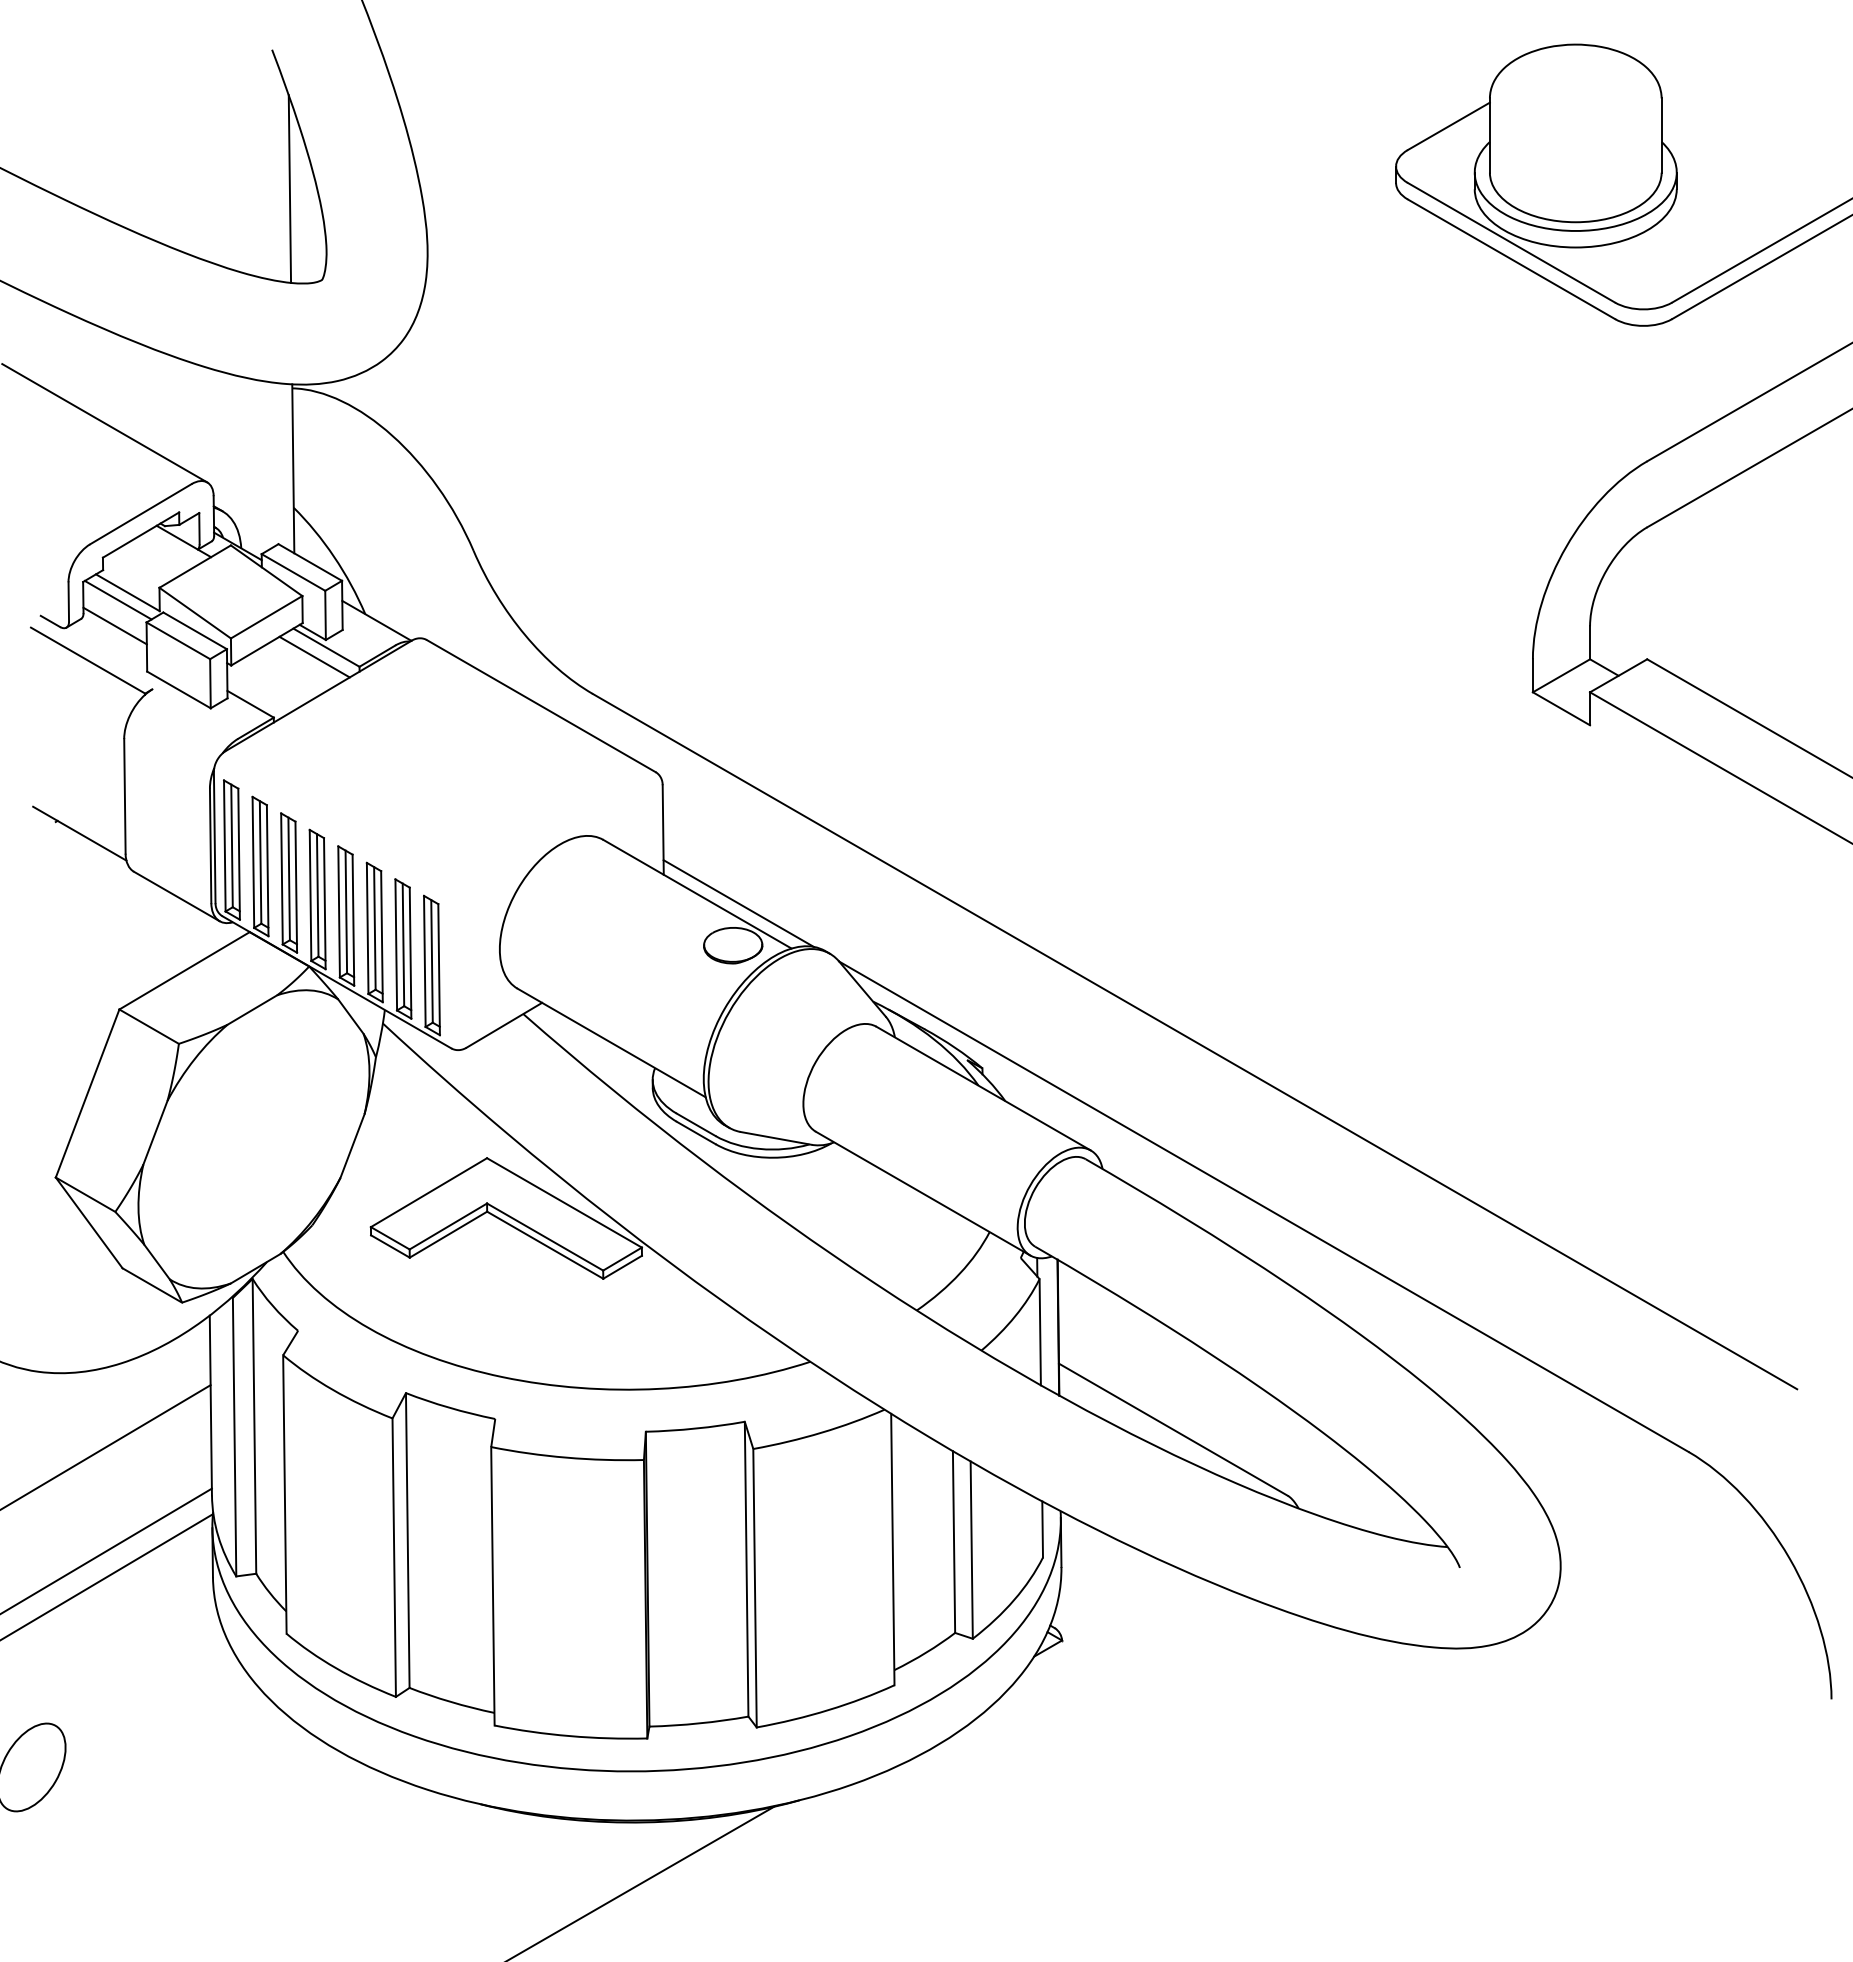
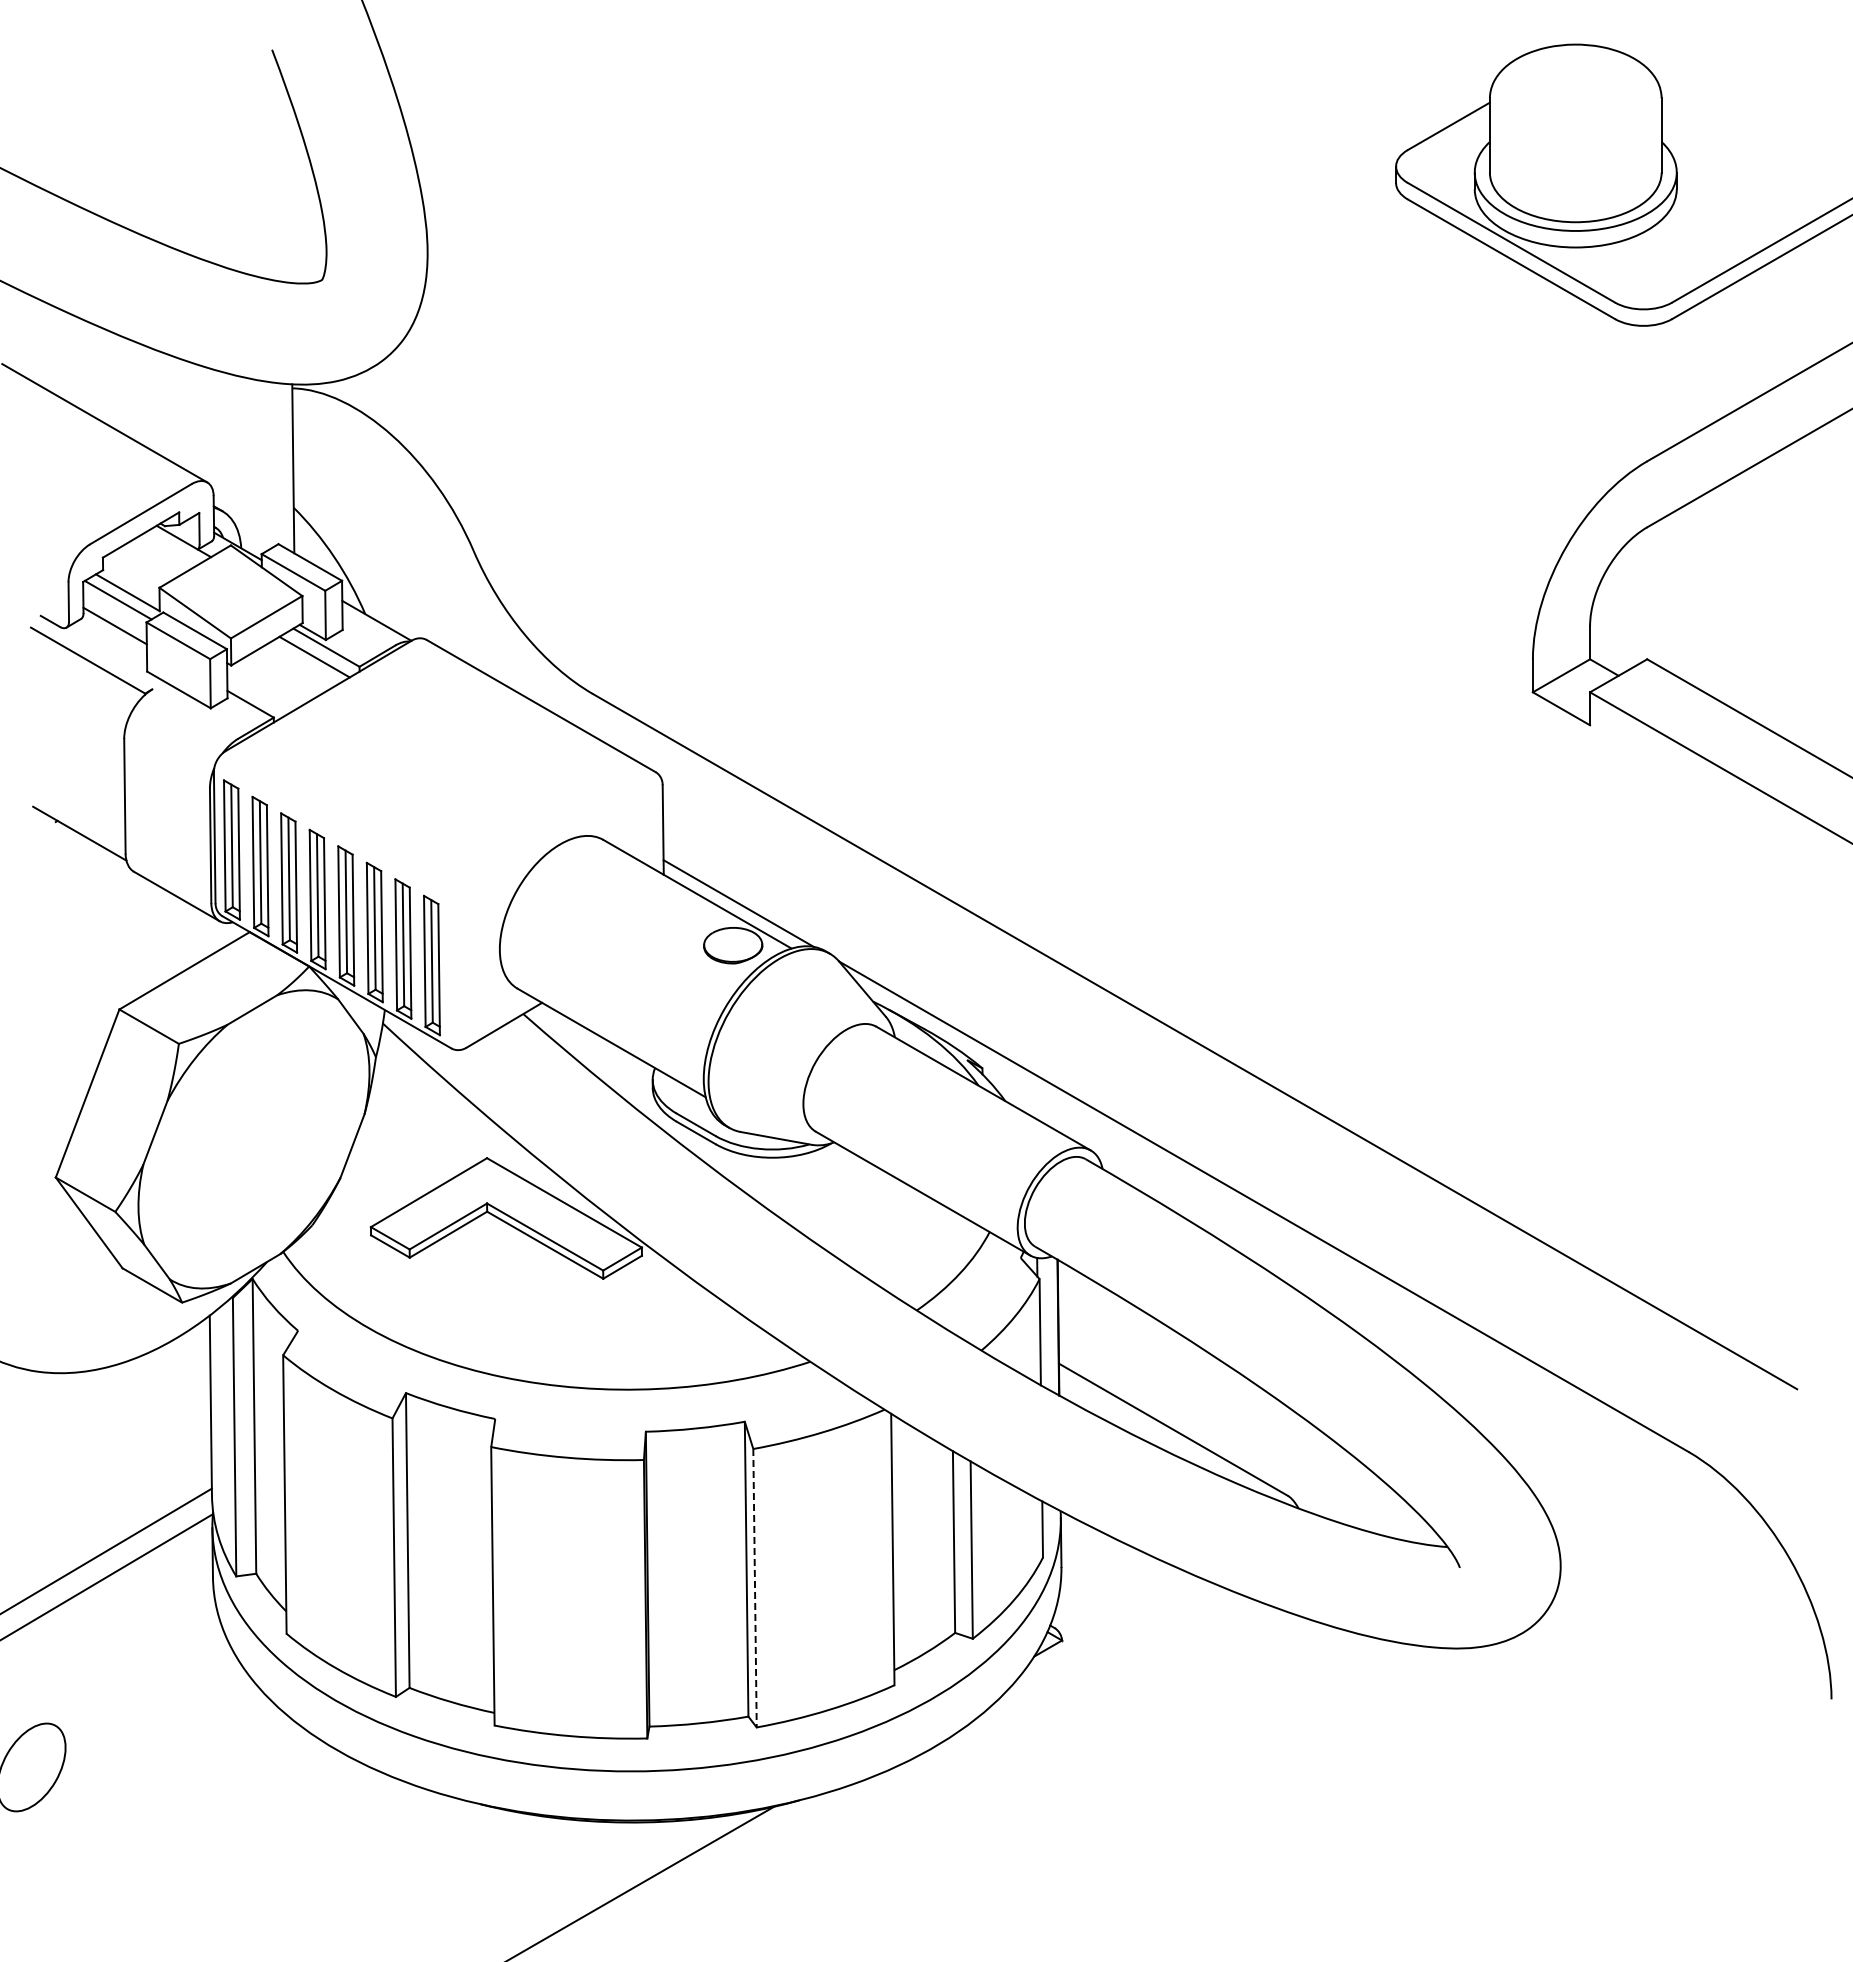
line at (289, 188): present -> none
line at (106, 1446): present -> none
line at (755, 1588): solid -> dashed
